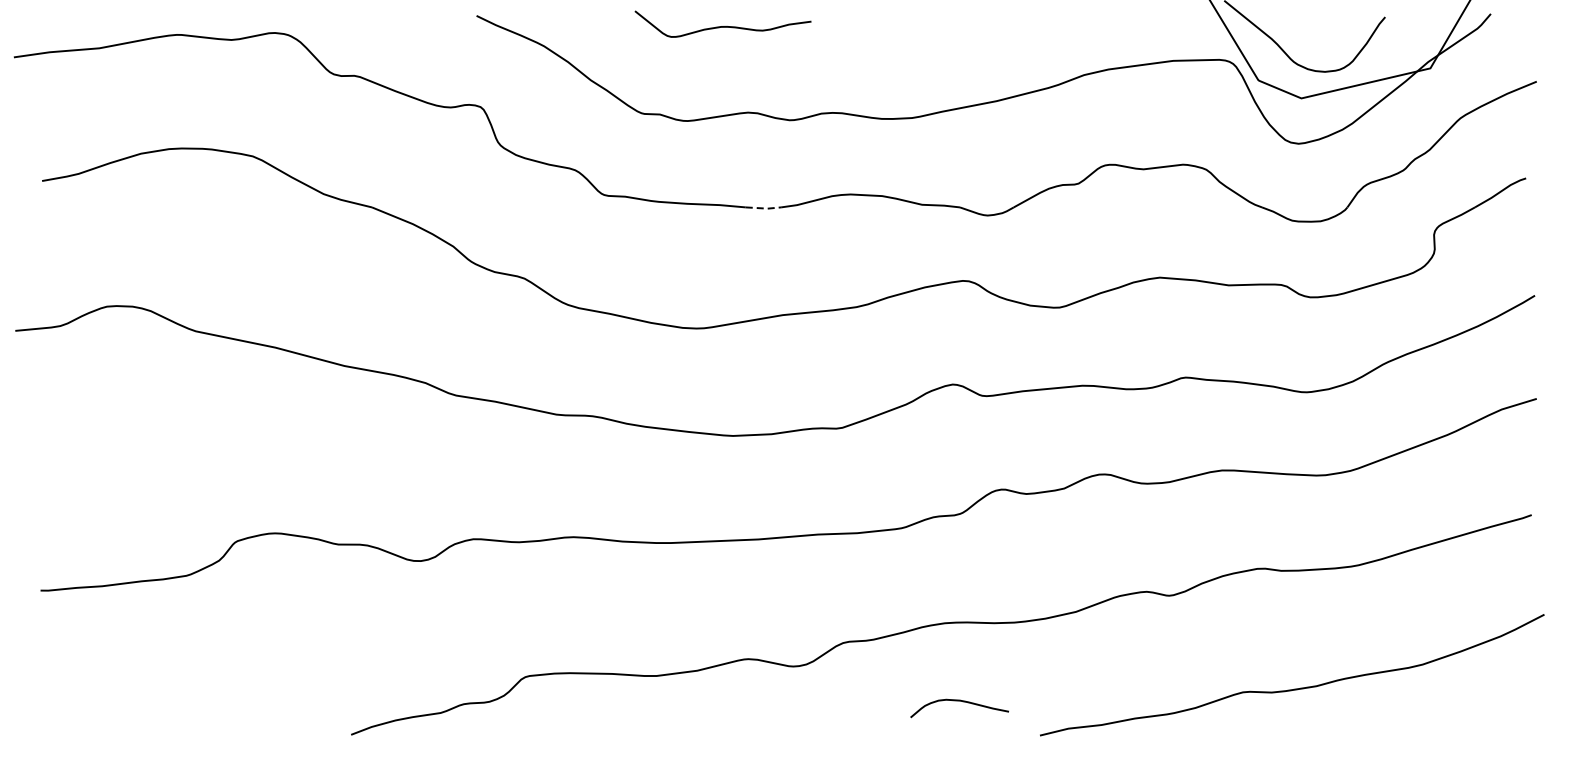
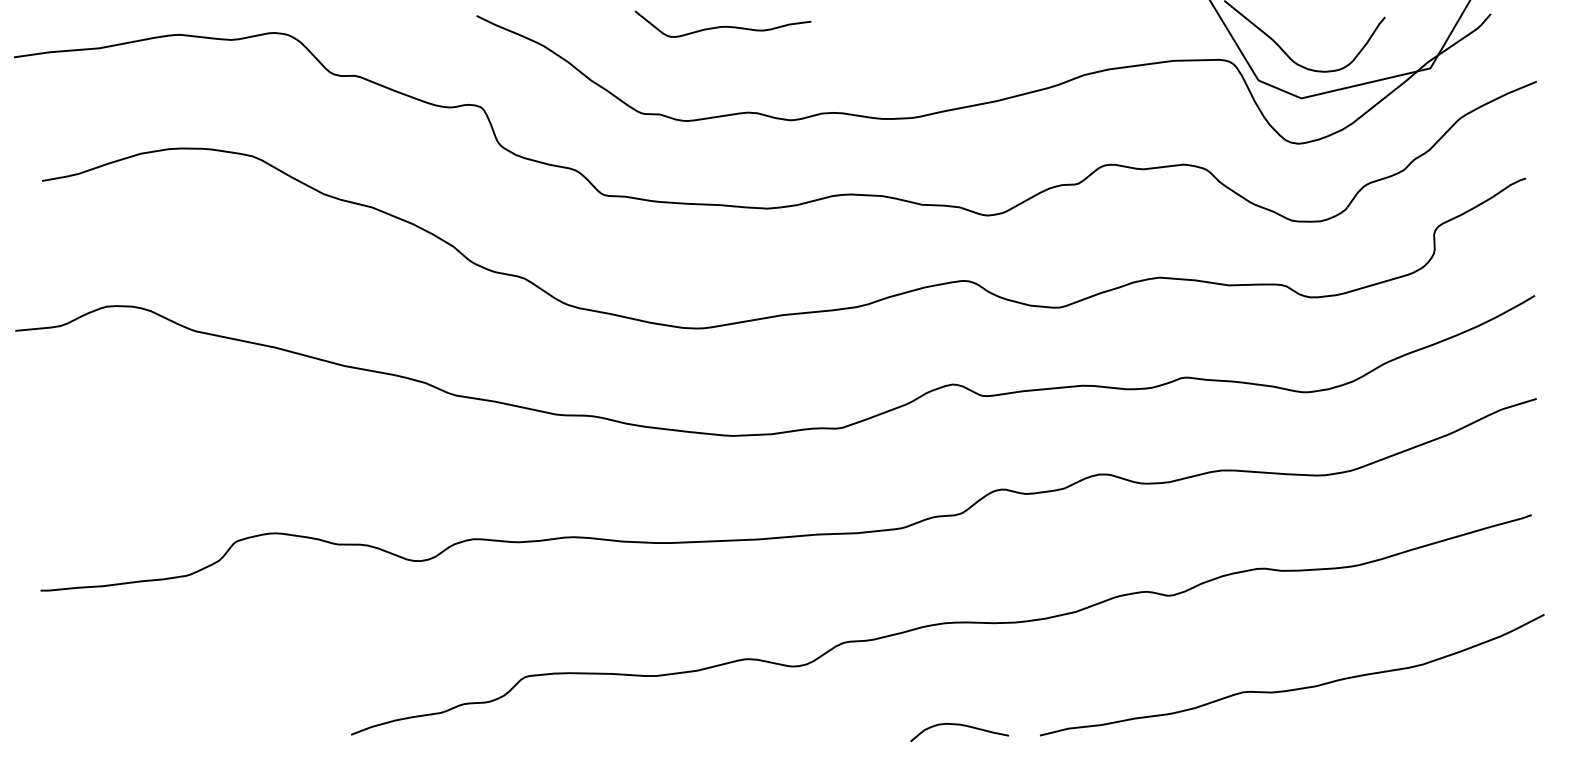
line at (764, 208): dashed -> solid
curve at (959, 701) position: (959, 701) -> (959, 725)
